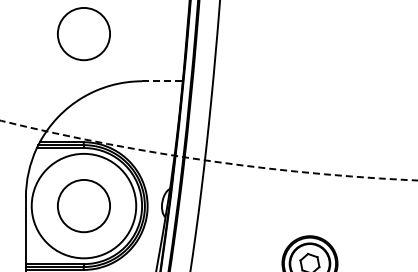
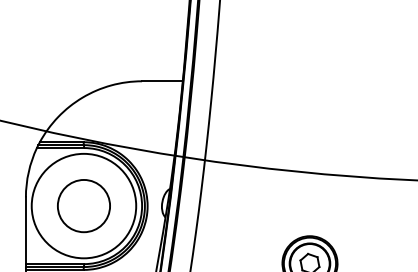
circle at (83, 34): present -> none
line at (161, 81): dashed -> solid
circle at (208, 150): dashed -> solid
